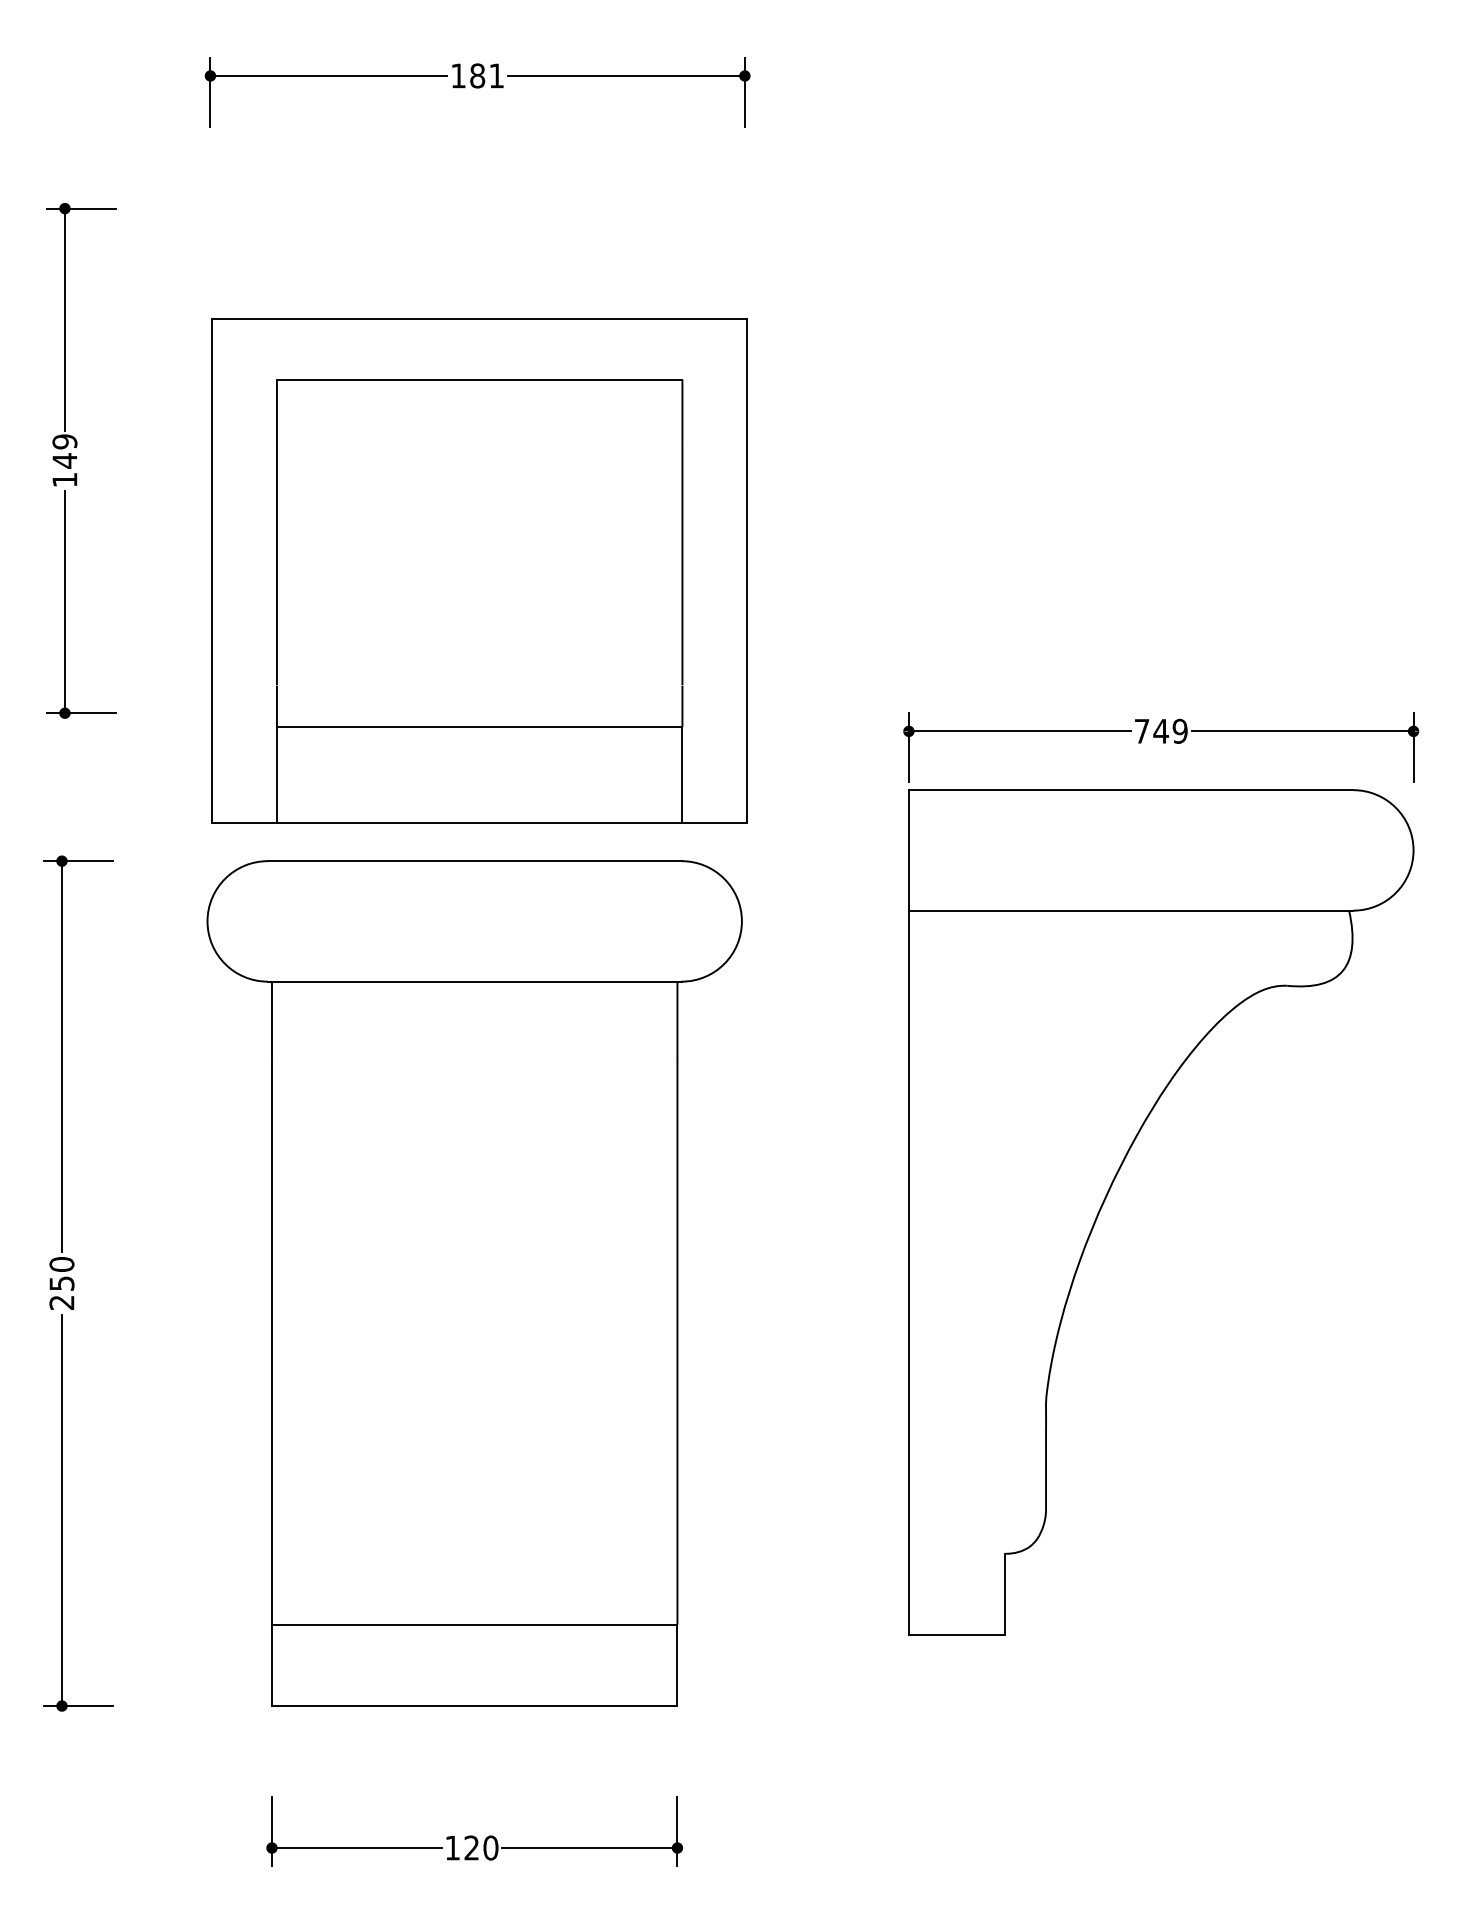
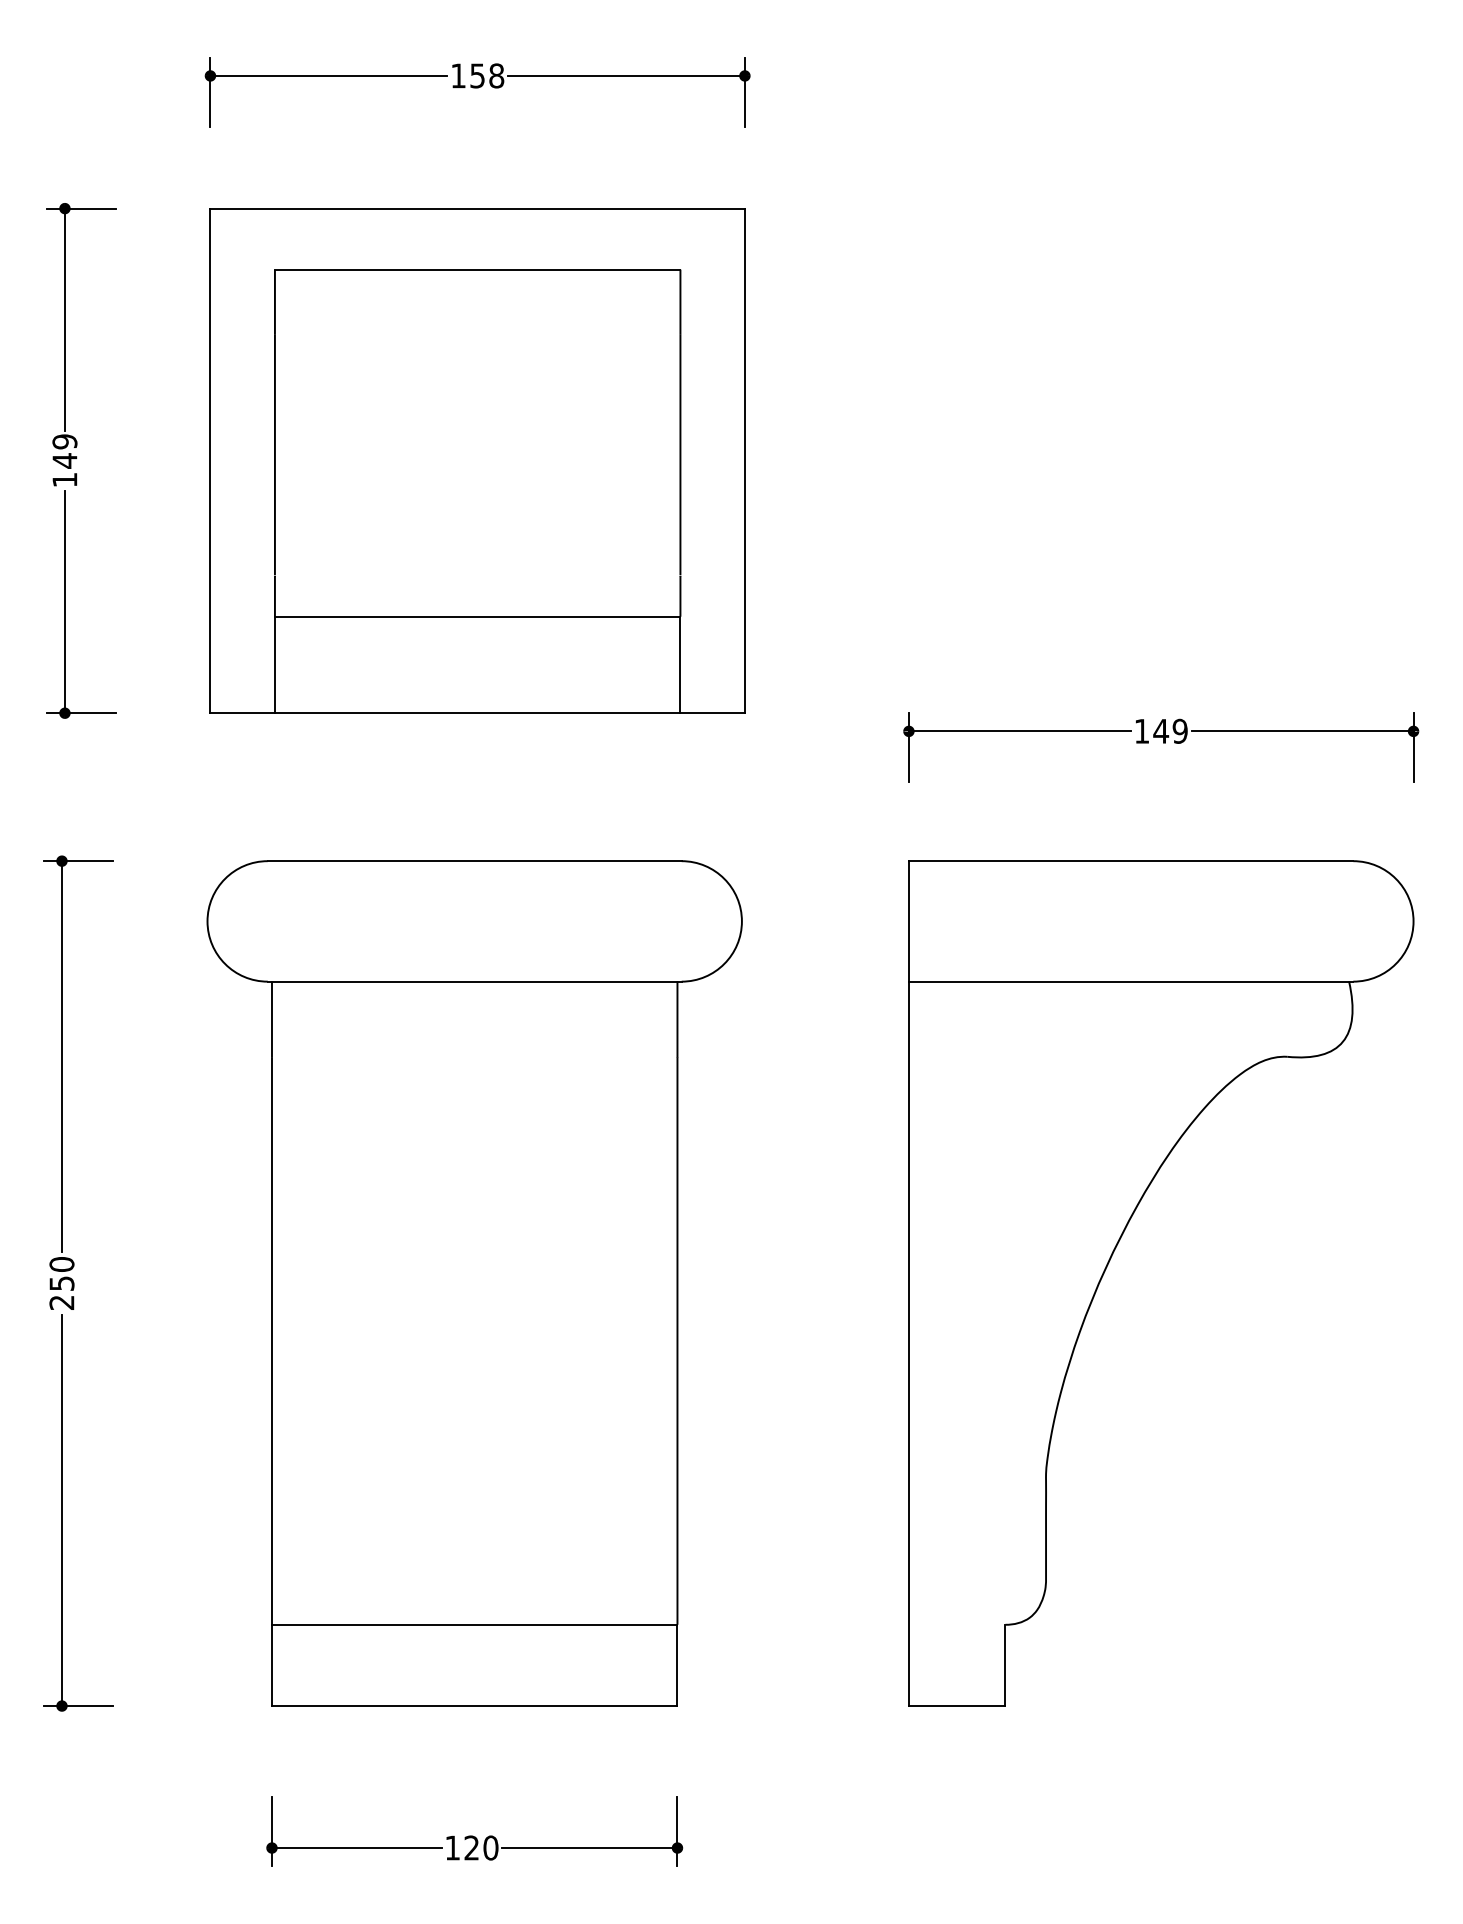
text at (487, 75): 181 -> 158
part at (479, 570) position: (479, 570) -> (477, 460)
text at (1142, 731): 749 -> 149
part at (1111, 1187) position: (1111, 1187) -> (1111, 1258)
